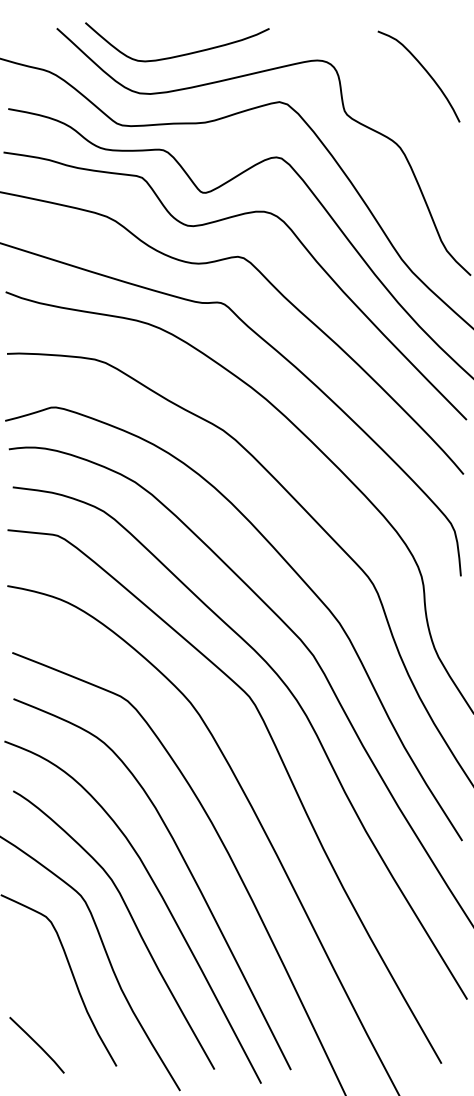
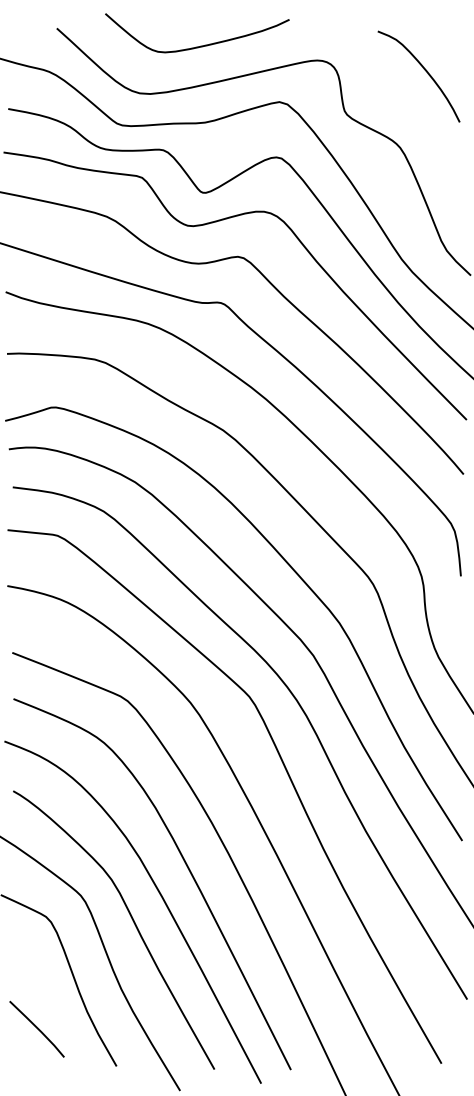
curve at (180, 54) position: (180, 54) -> (200, 45)
curve at (36, 1044) position: (36, 1044) -> (36, 1028)
